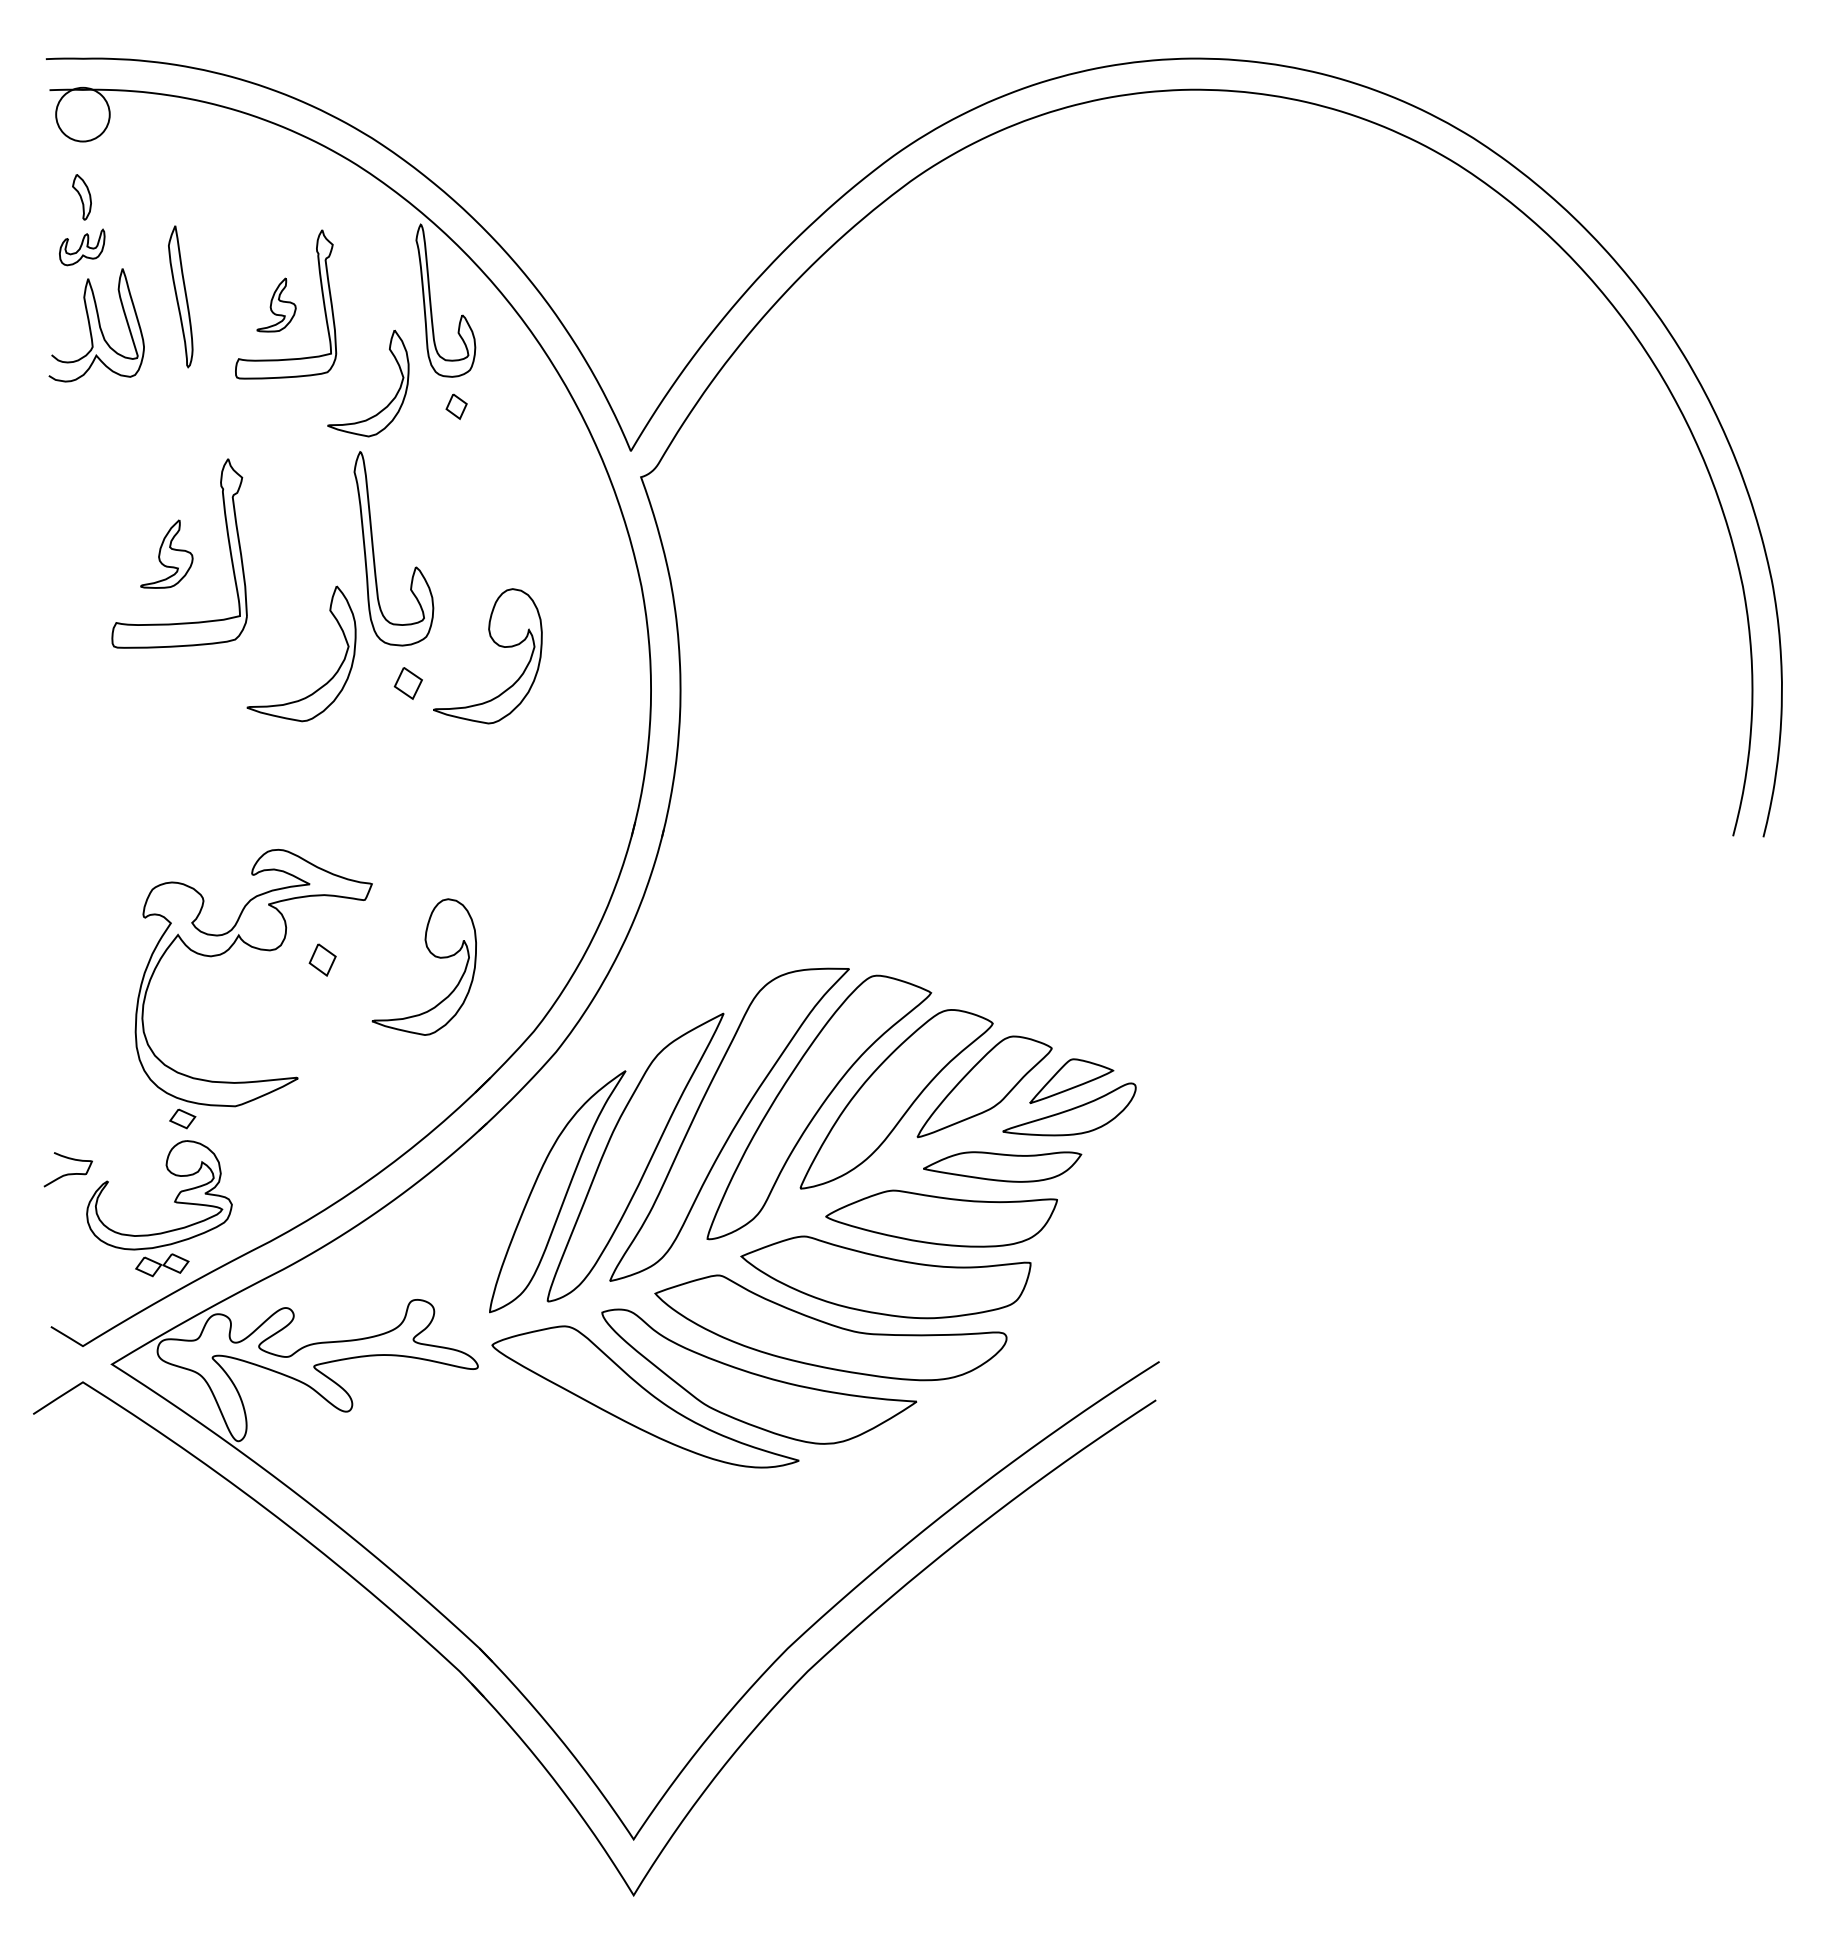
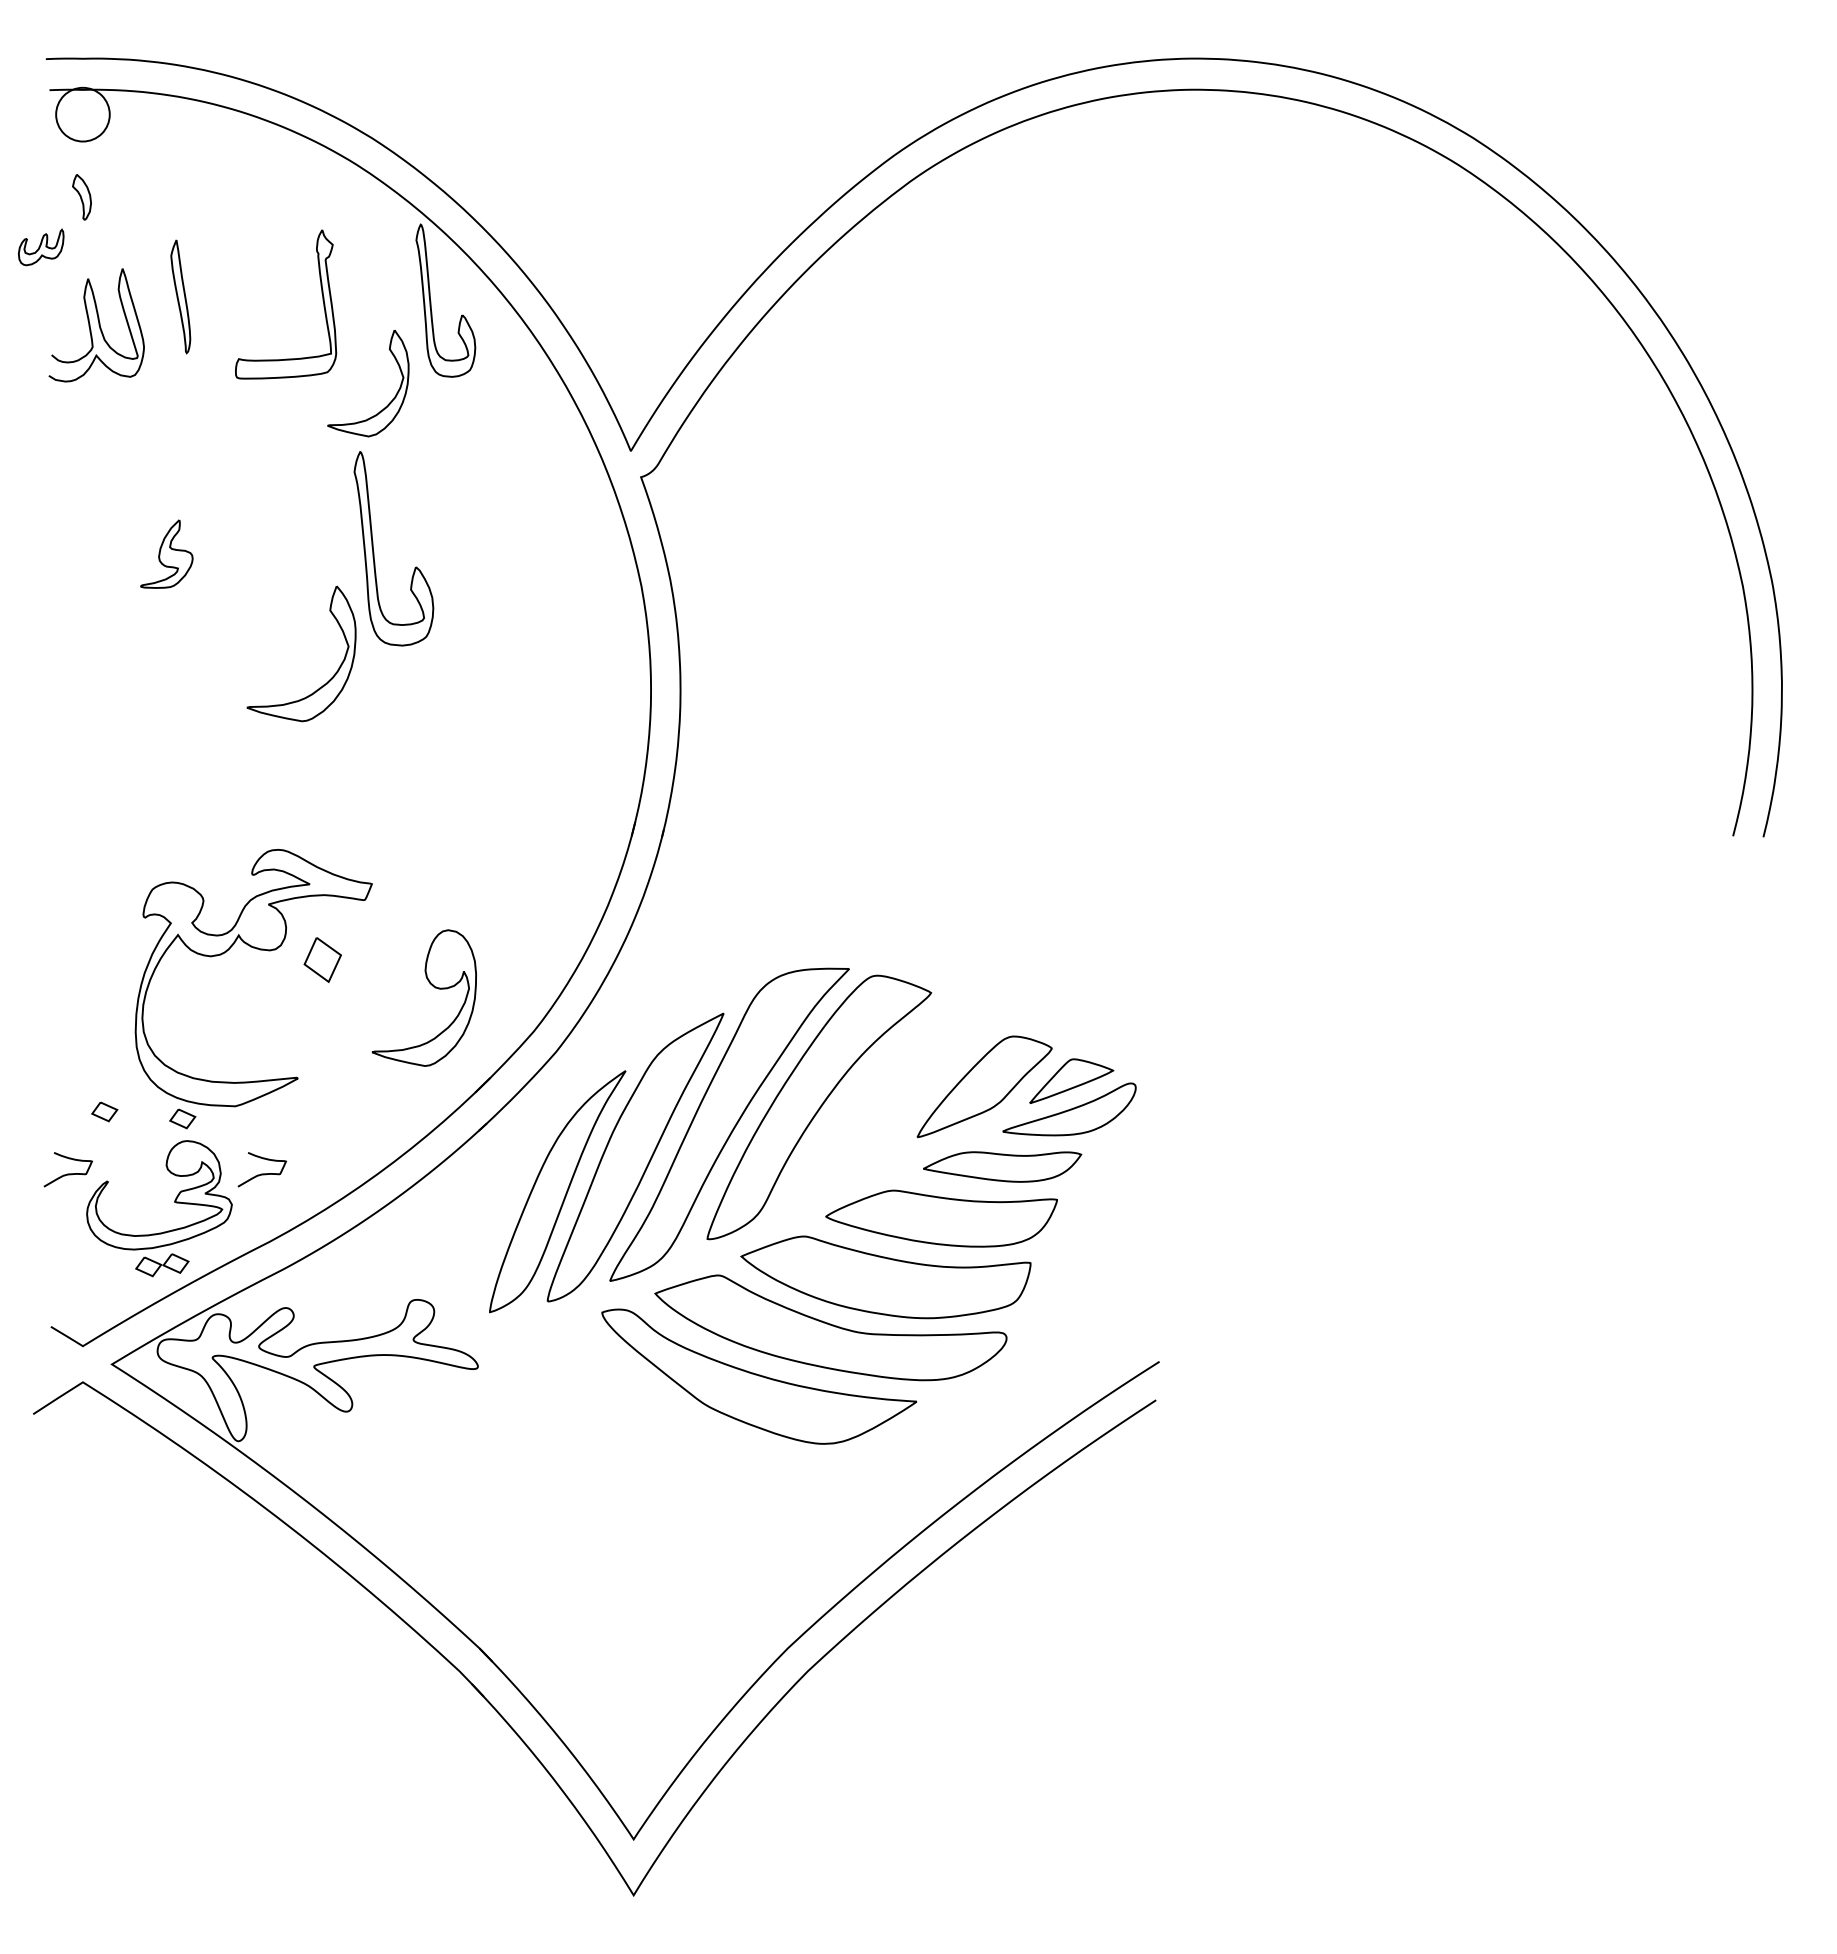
part at (82, 247) position: (82, 247) -> (41, 247)
part at (180, 296) size: 26x144 px -> 22x116 px
part at (276, 304): present -> none
part at (456, 406): present -> none
part at (228, 545): present -> none
part at (494, 643): present -> none
part at (407, 683): present -> none
part at (433, 956) position: (433, 956) -> (433, 987)
part at (322, 959) size: 29x34 px -> 39x46 px
part at (896, 1099): present -> none
part at (104, 1111): none -> present
curve at (261, 1173): none -> present
part at (645, 1396): present -> none
